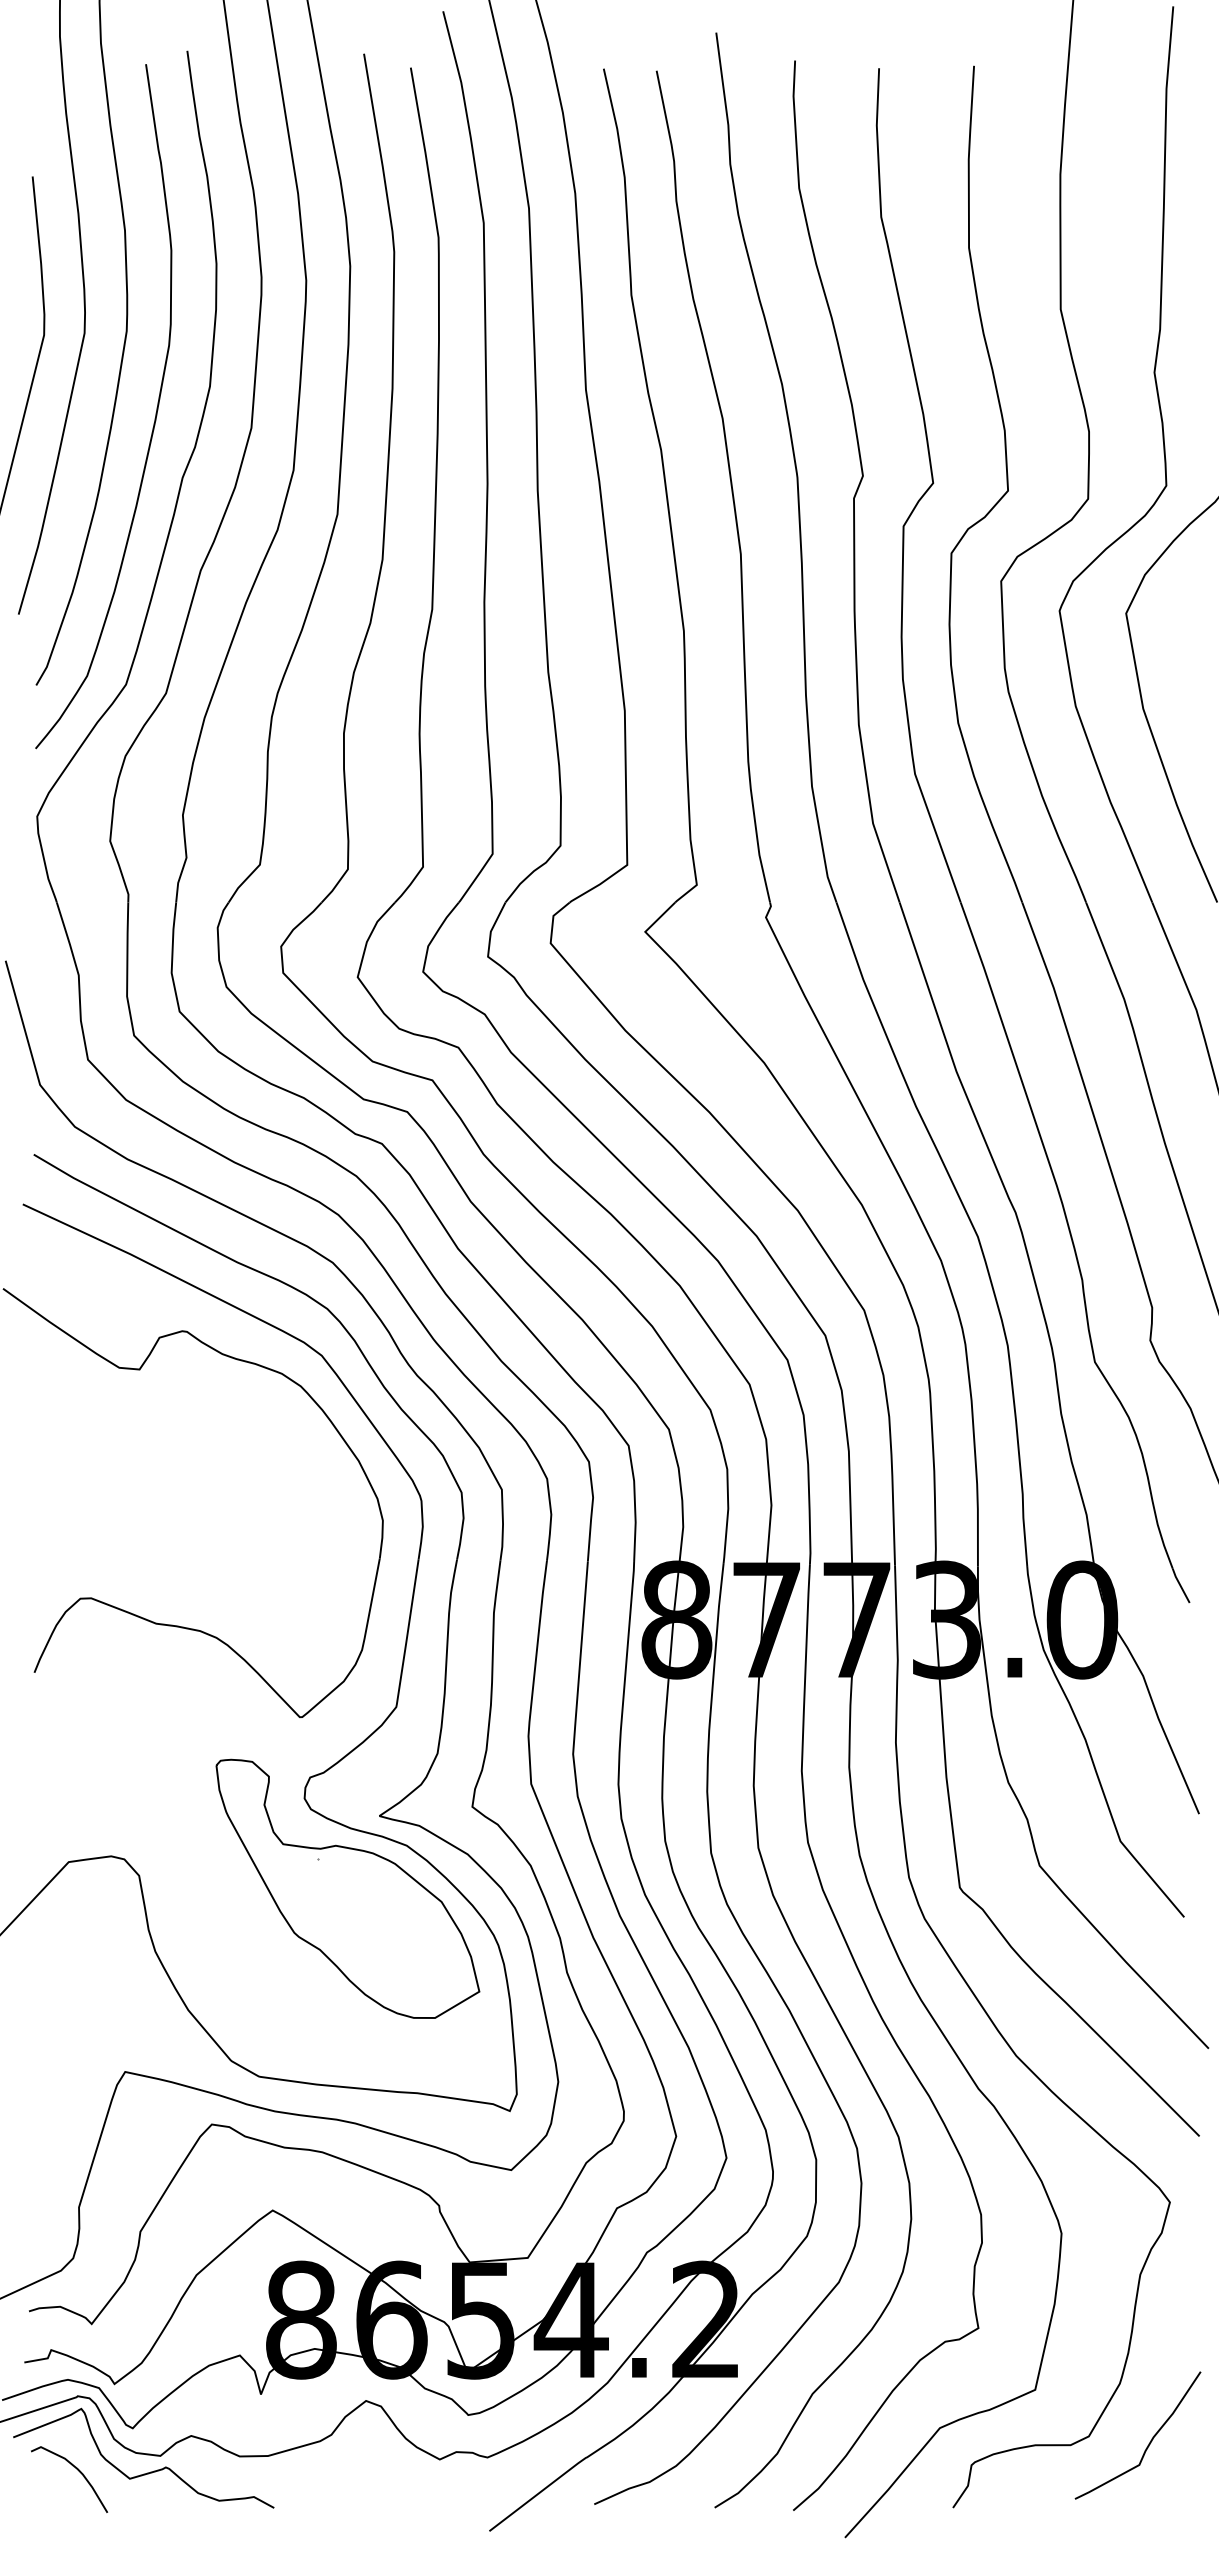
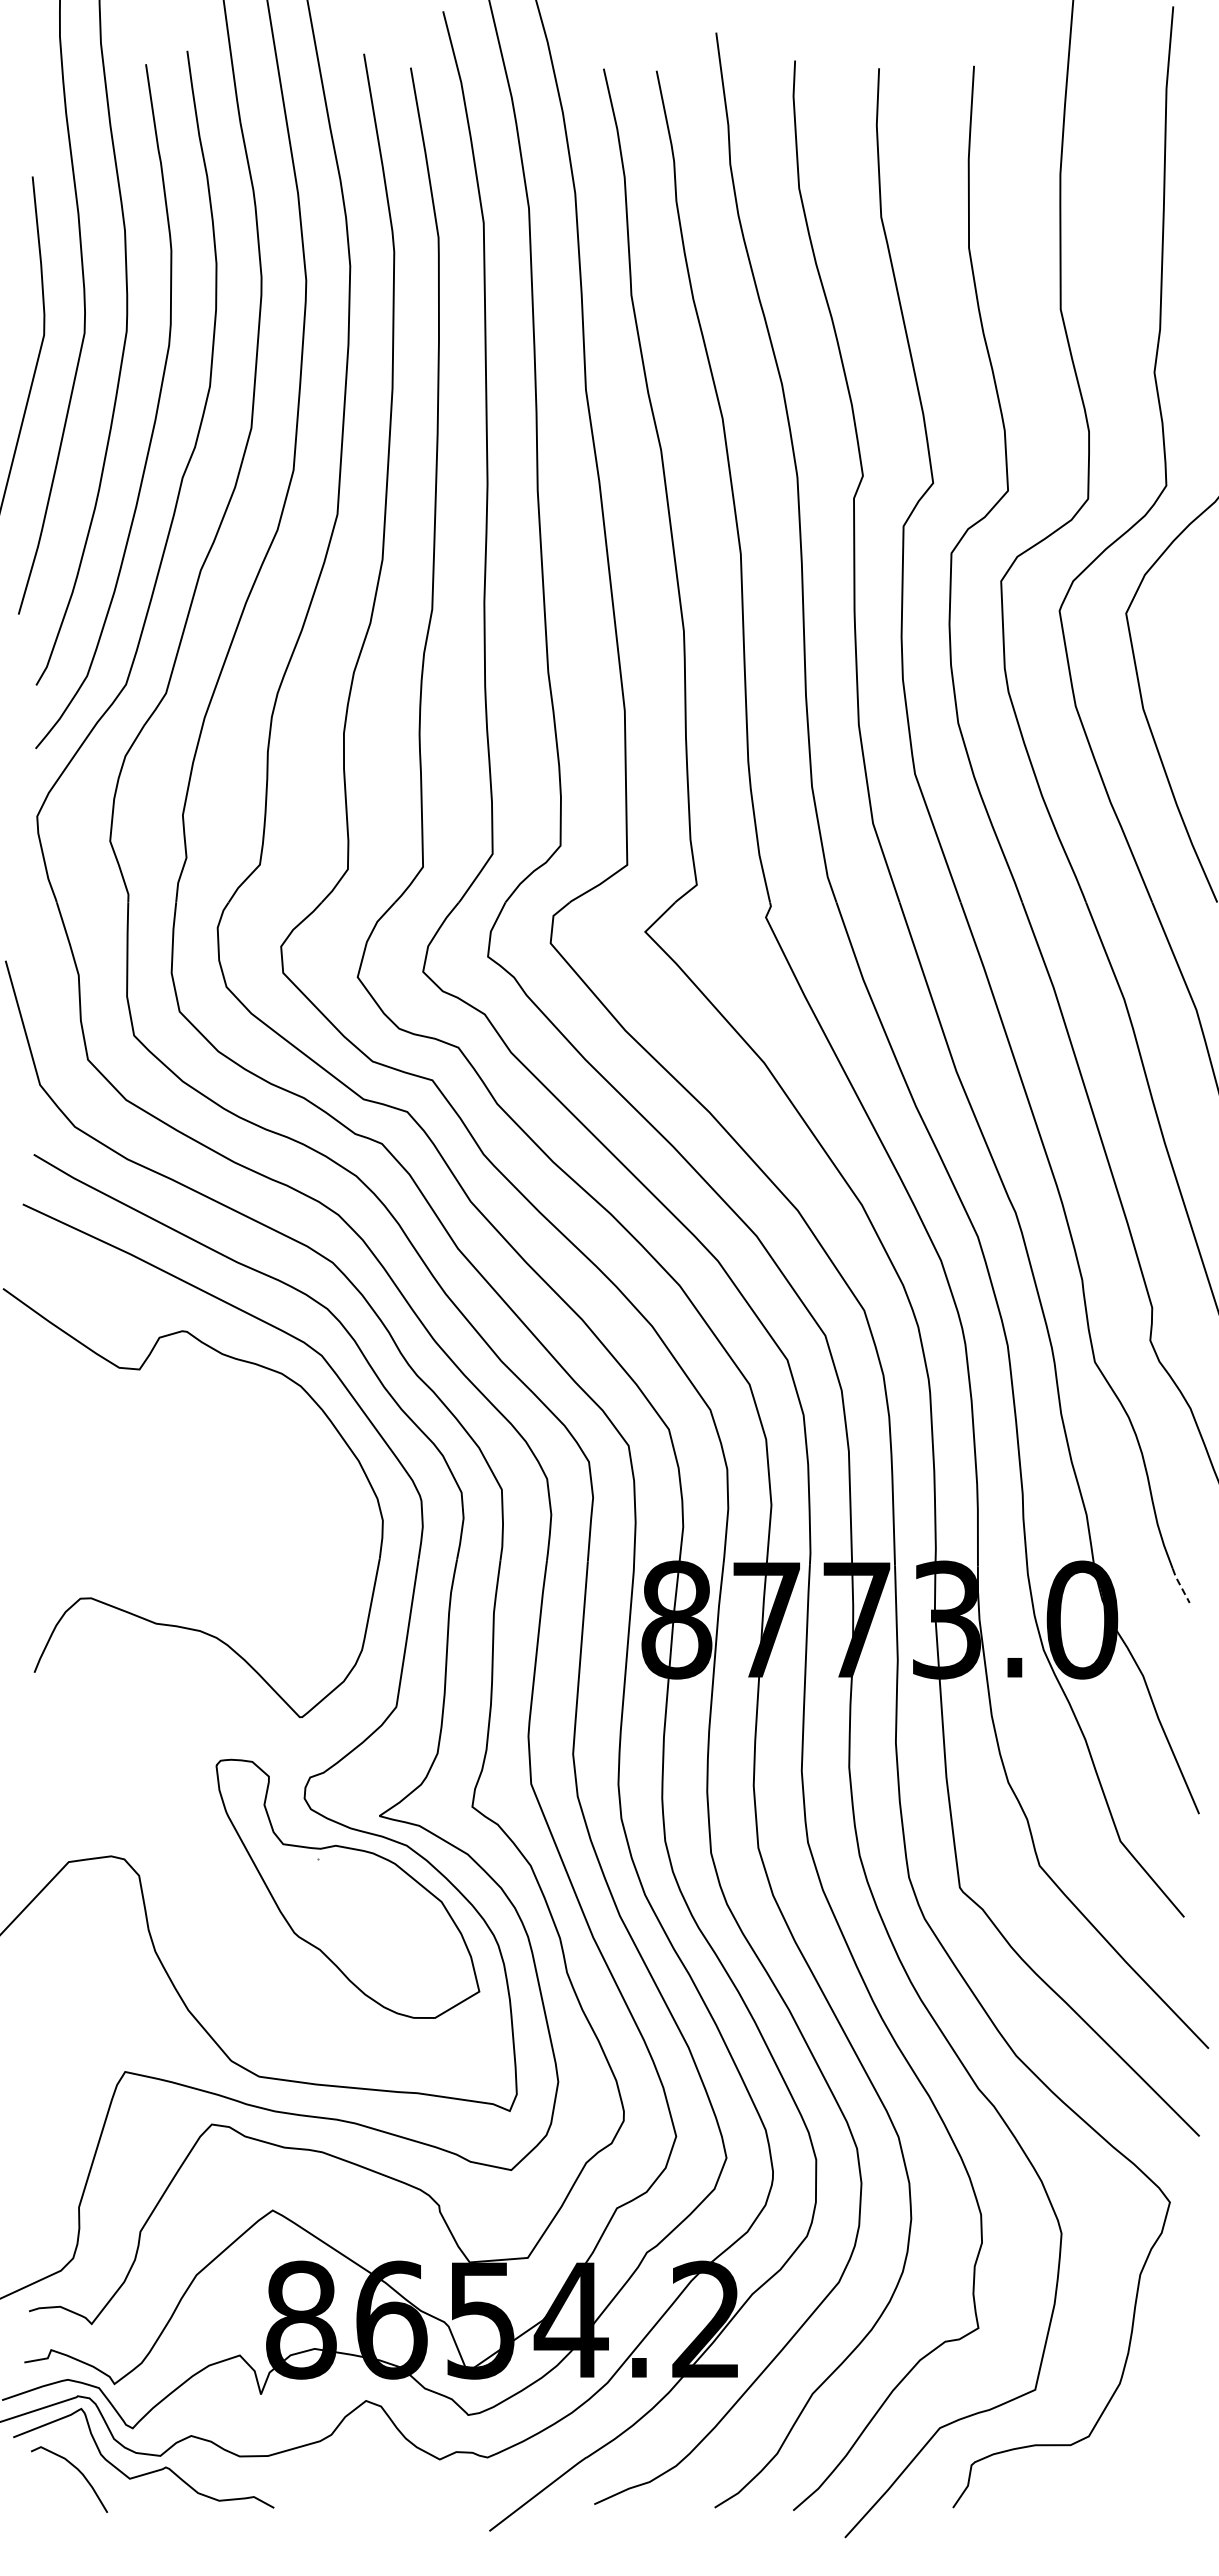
line at (1180, 1585): solid -> dashed
curve at (1148, 2443): present -> none
